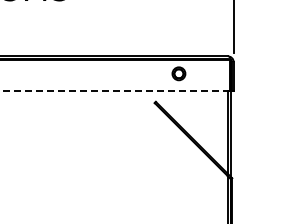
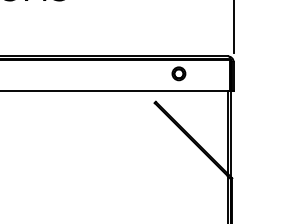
line at (115, 91): dashed -> solid
